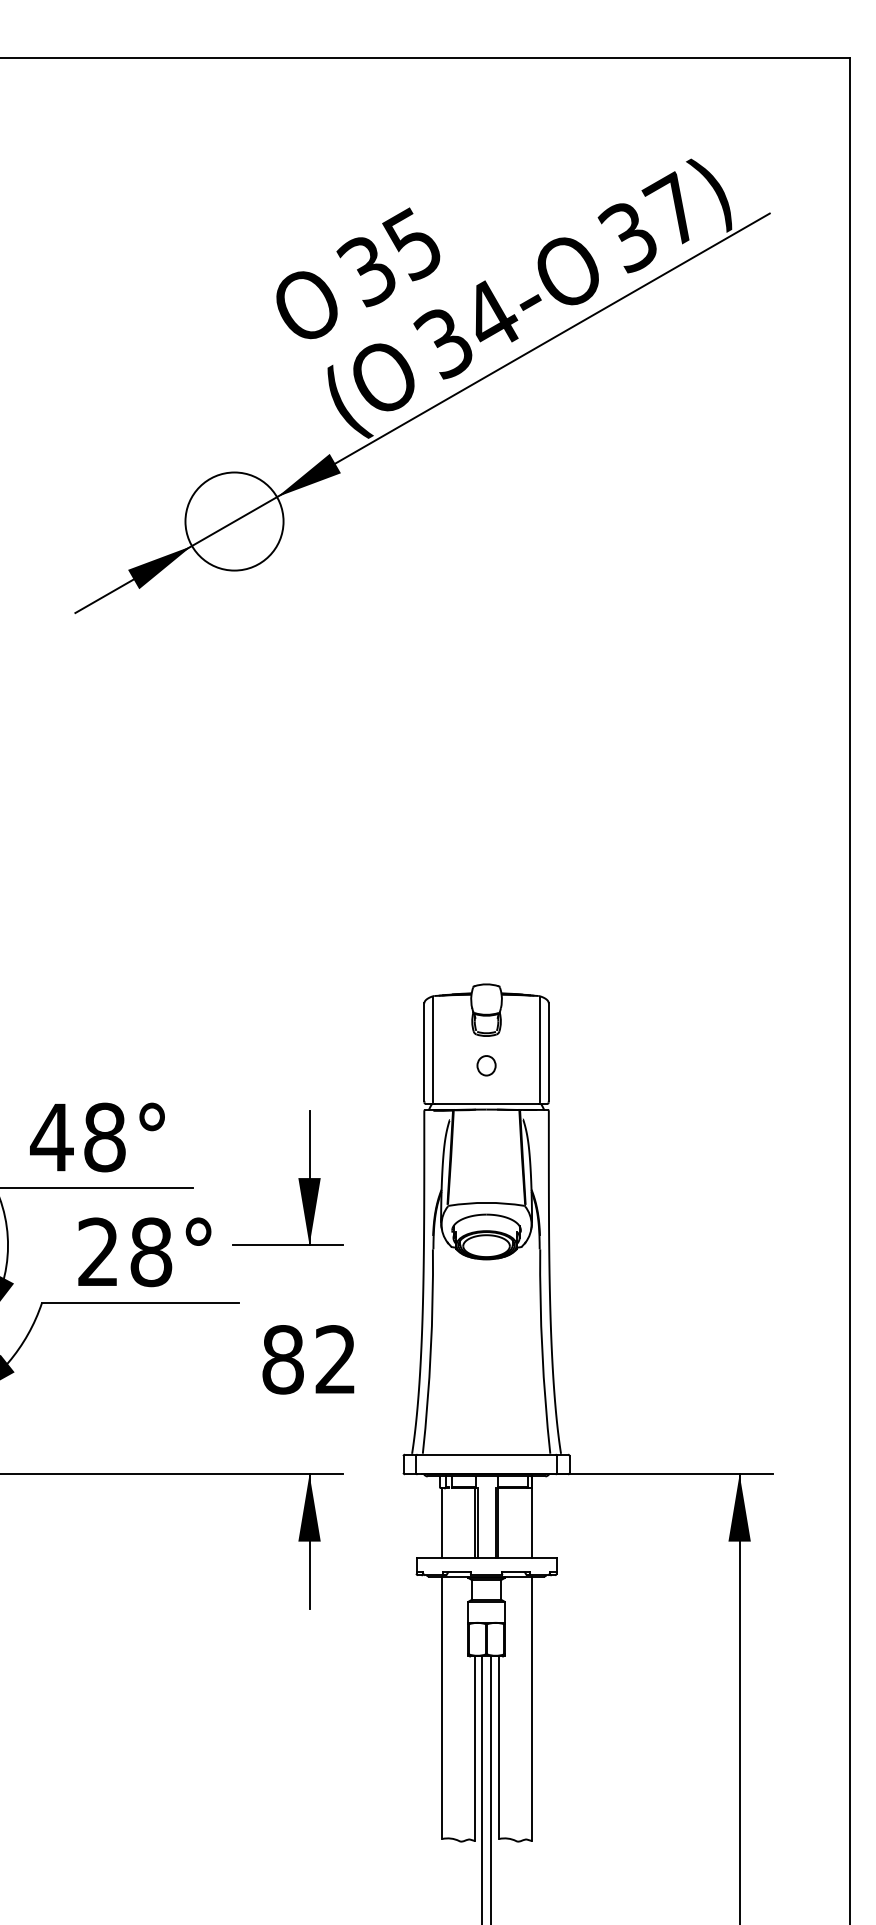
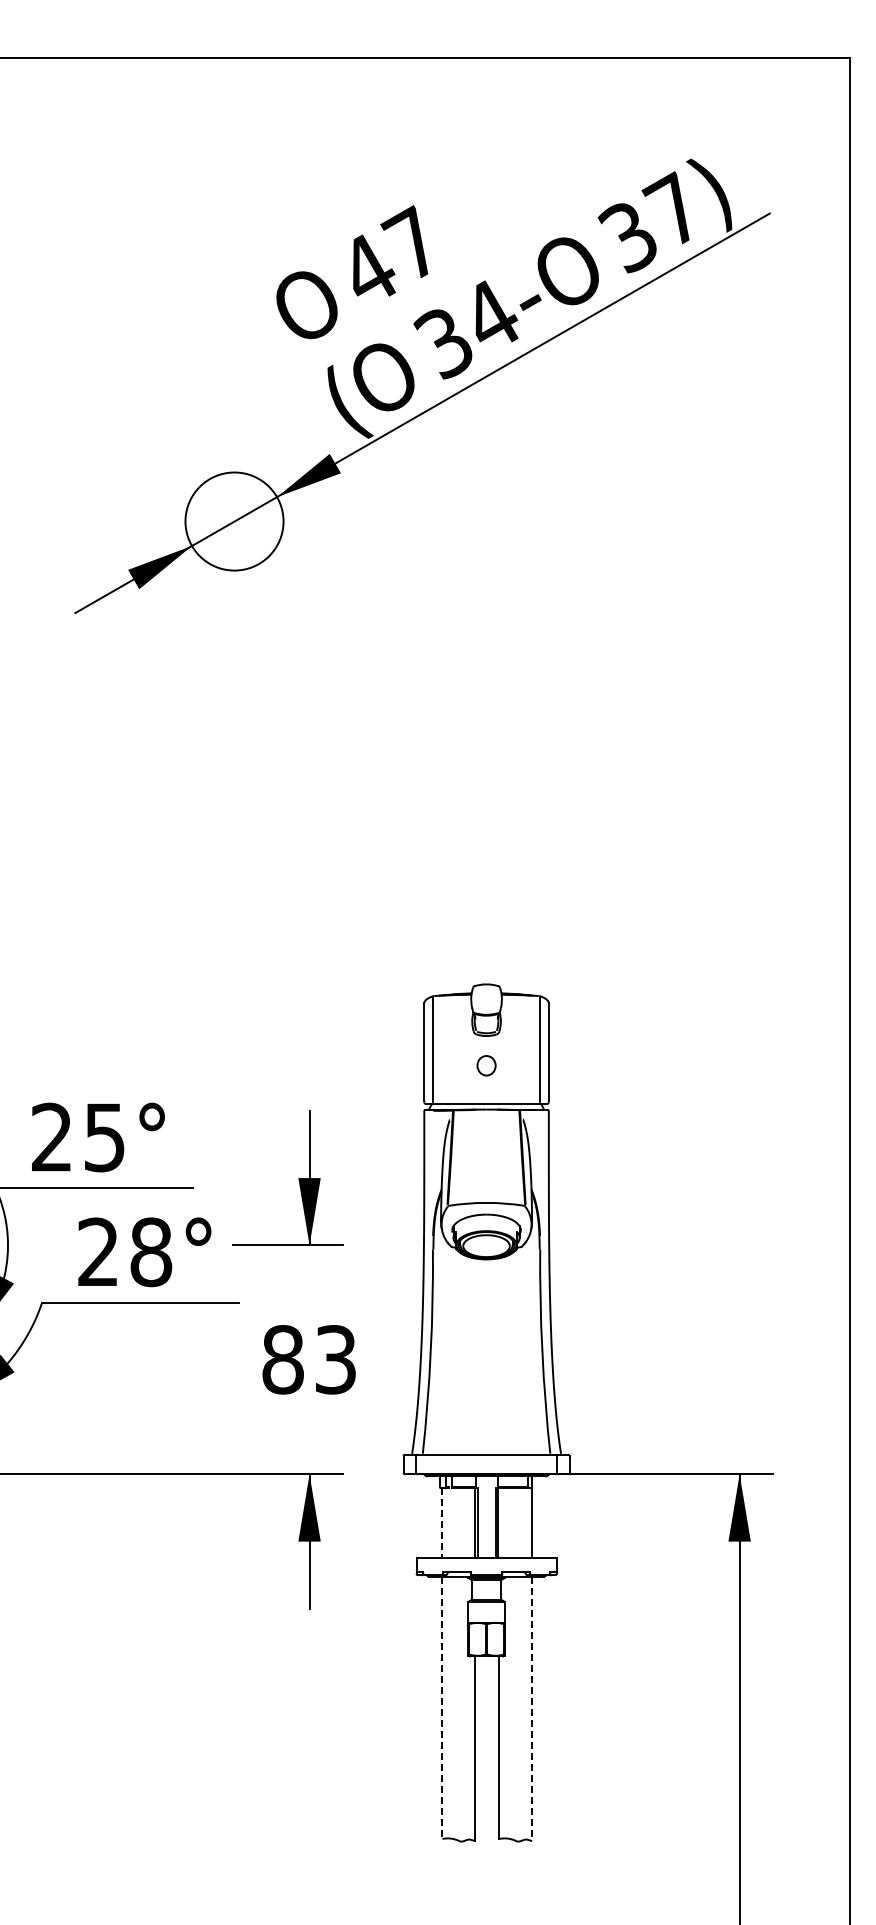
text at (388, 256): 35 -> 47
text at (77, 1137): 48° -> 25°
text at (335, 1359): 82 -> 83
line at (442, 1523): solid -> dashed
line at (442, 1708): solid -> dashed
line at (532, 1709): solid -> dashed
line at (482, 1788): present -> none
line at (491, 1788): present -> none
